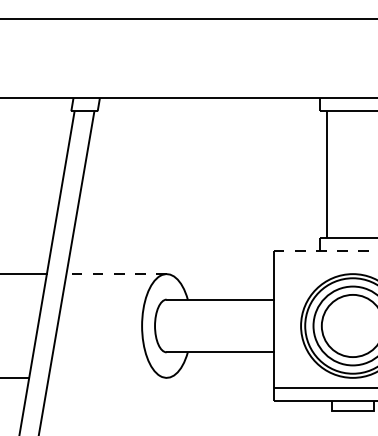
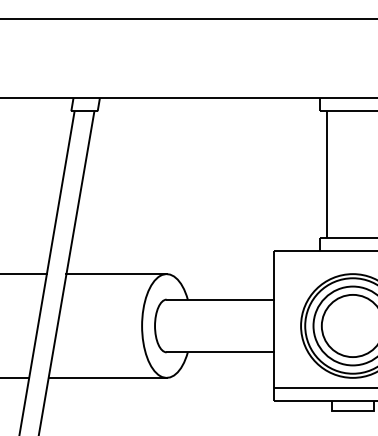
line at (325, 251): dashed -> solid
line at (116, 274): dashed -> solid
line at (107, 377): none -> present
